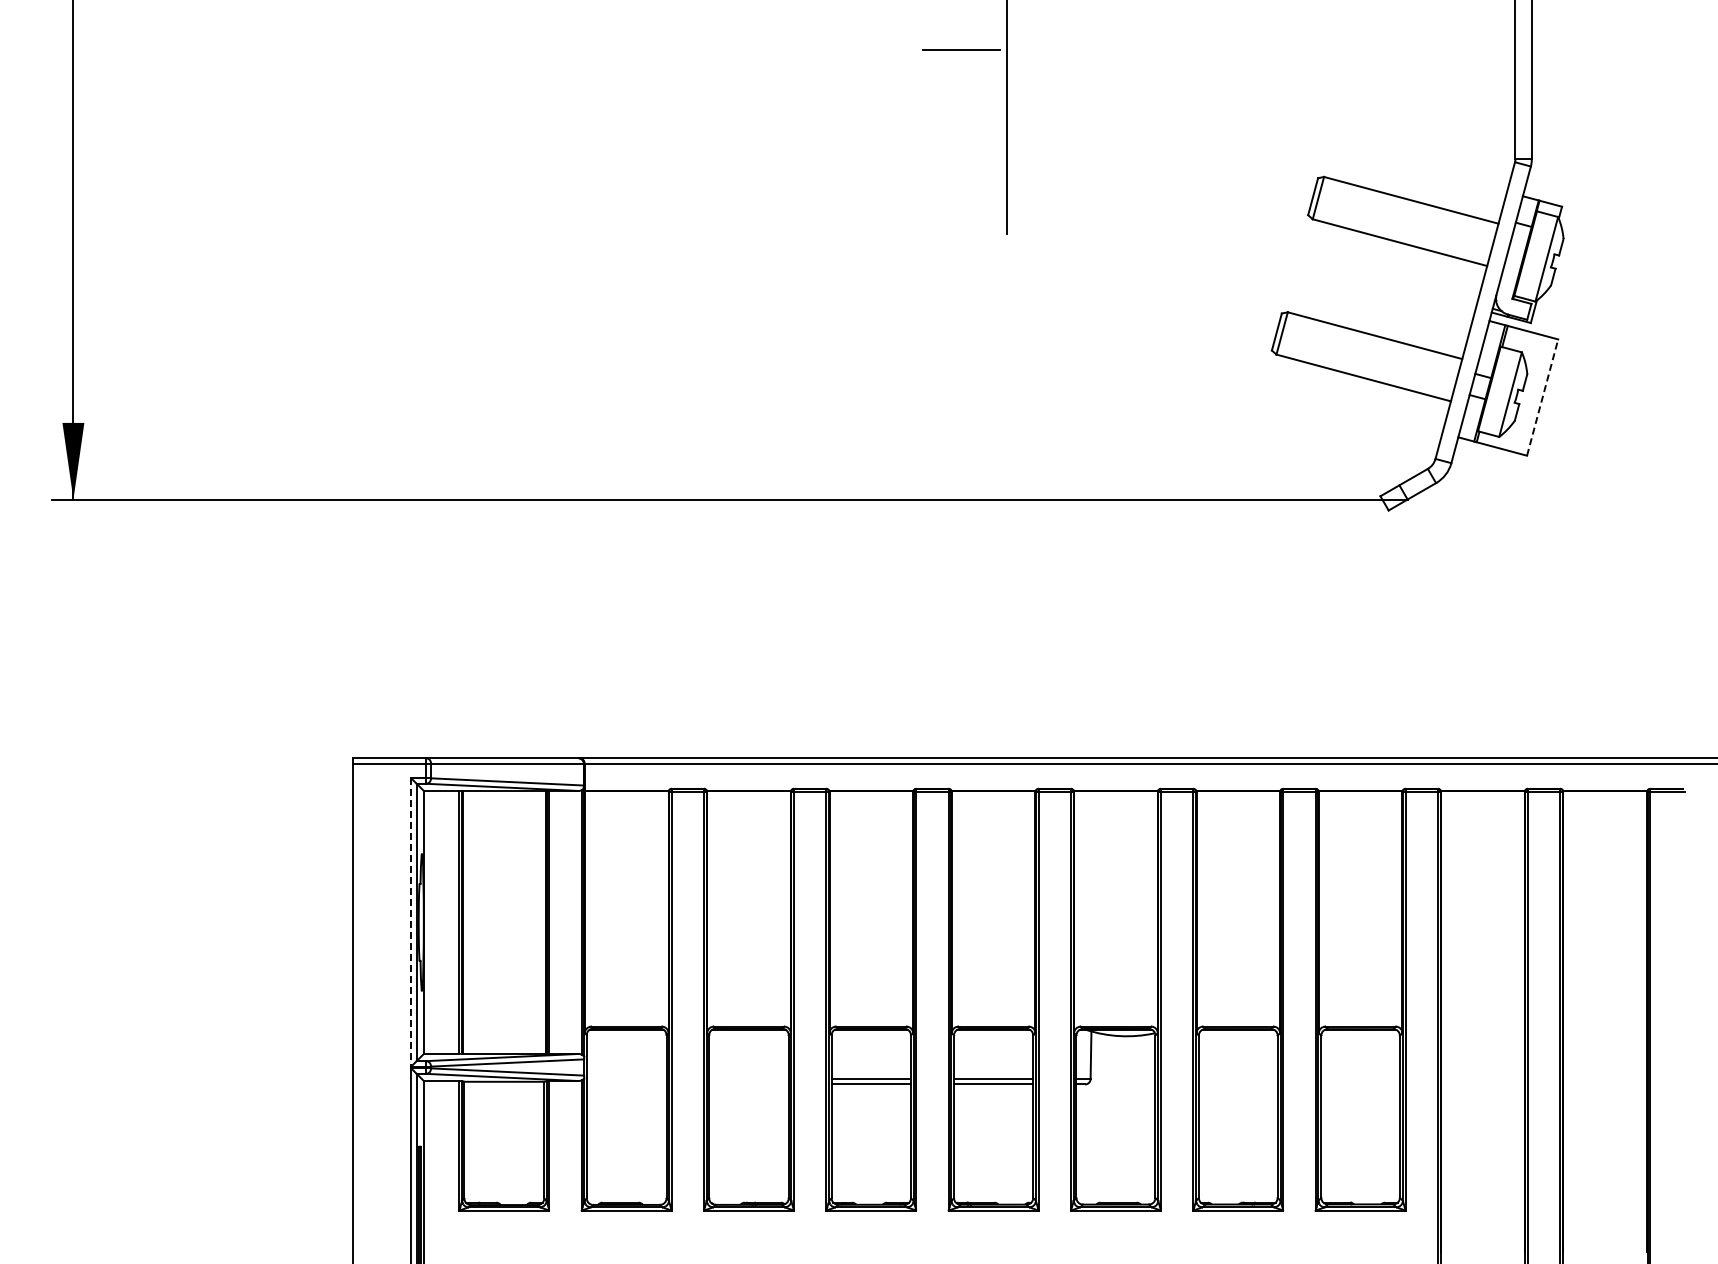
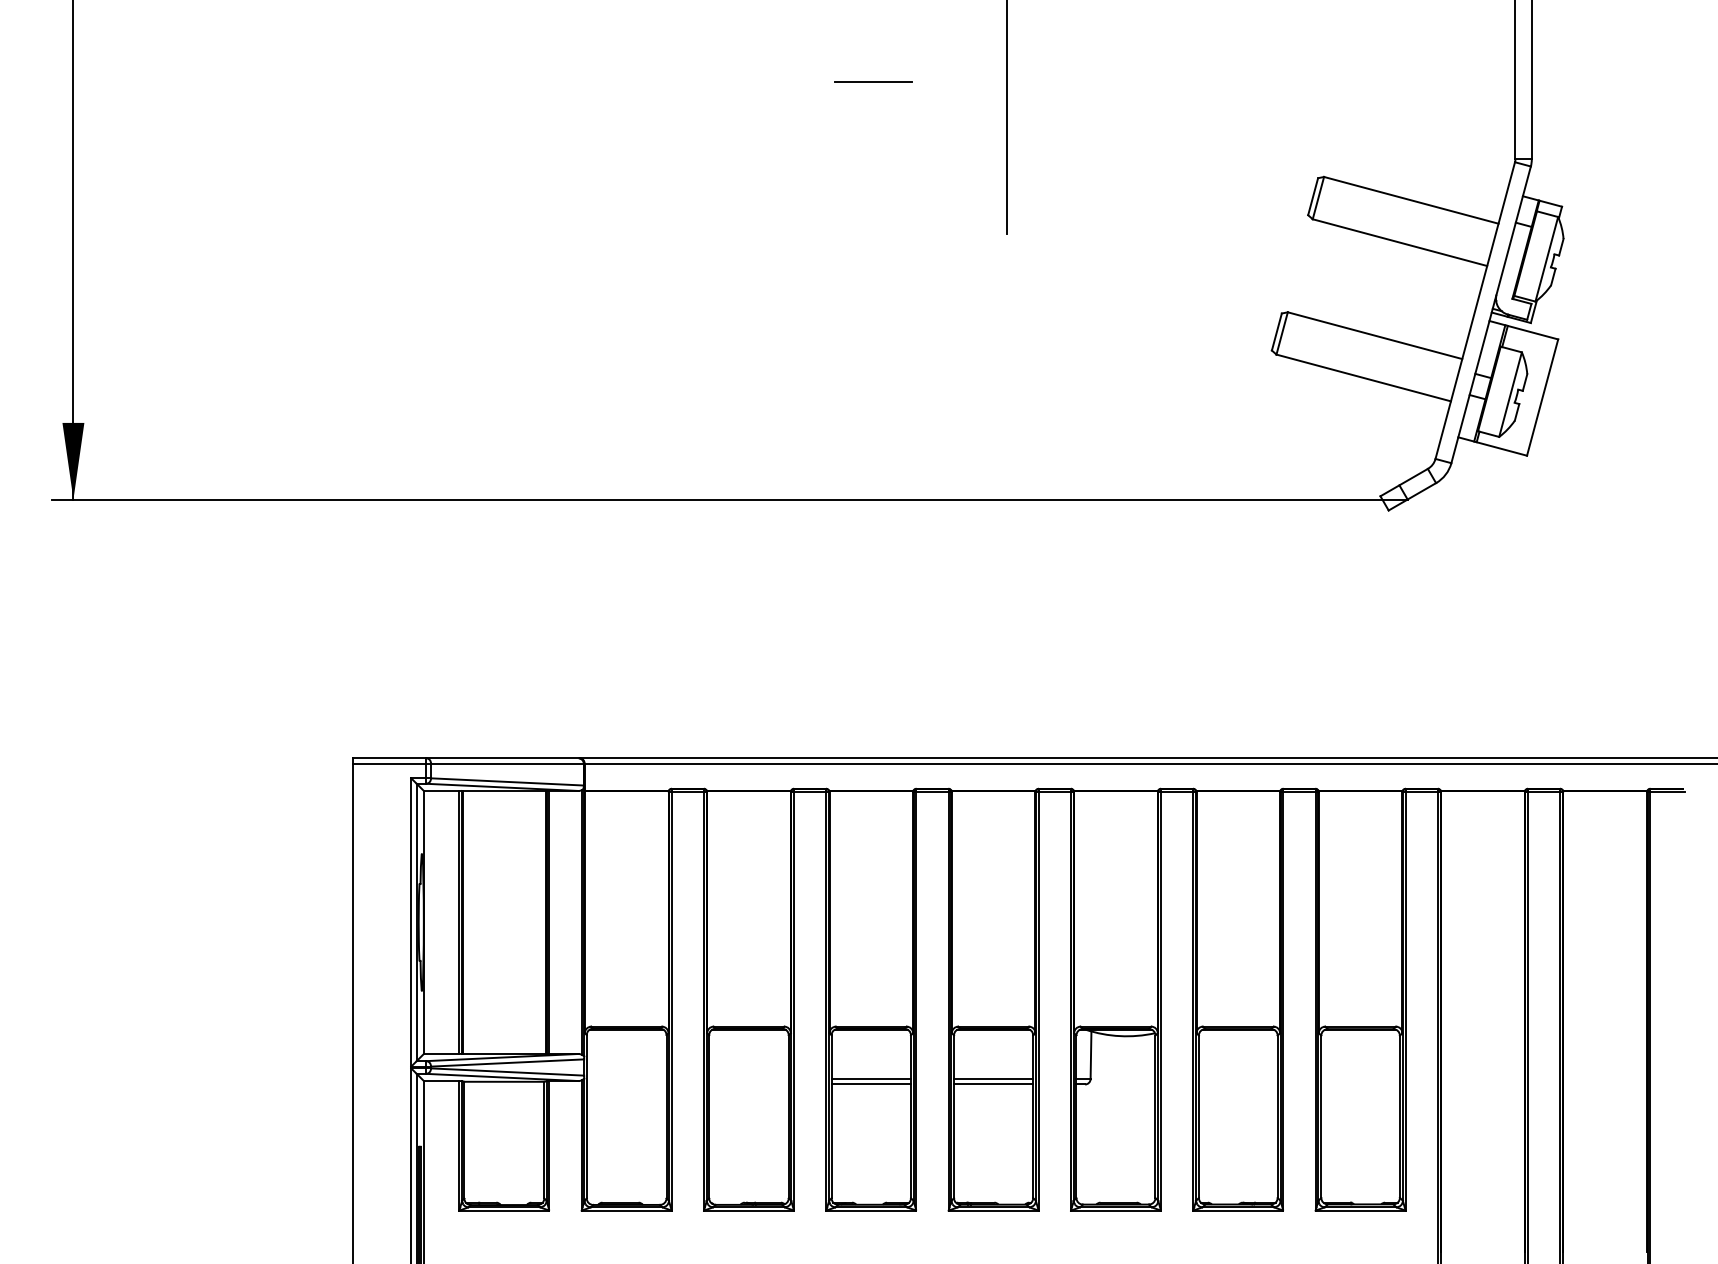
line at (961, 49) position: (961, 49) -> (873, 81)
line at (1542, 397): dashed -> solid
line at (411, 922): dashed -> solid
